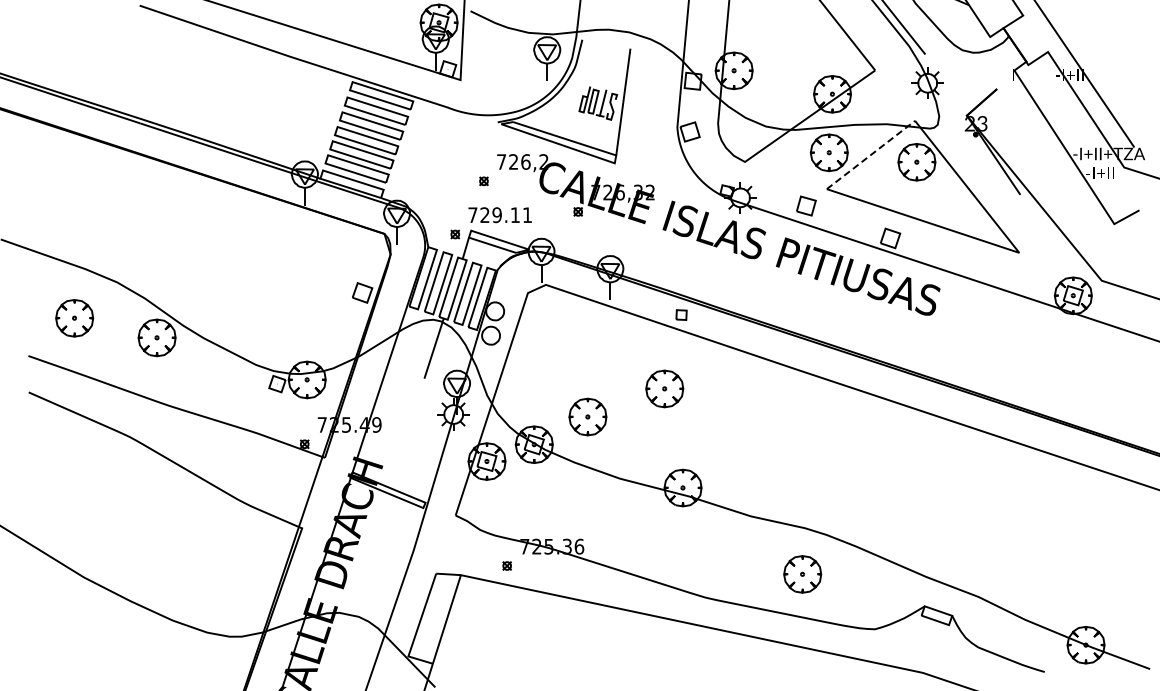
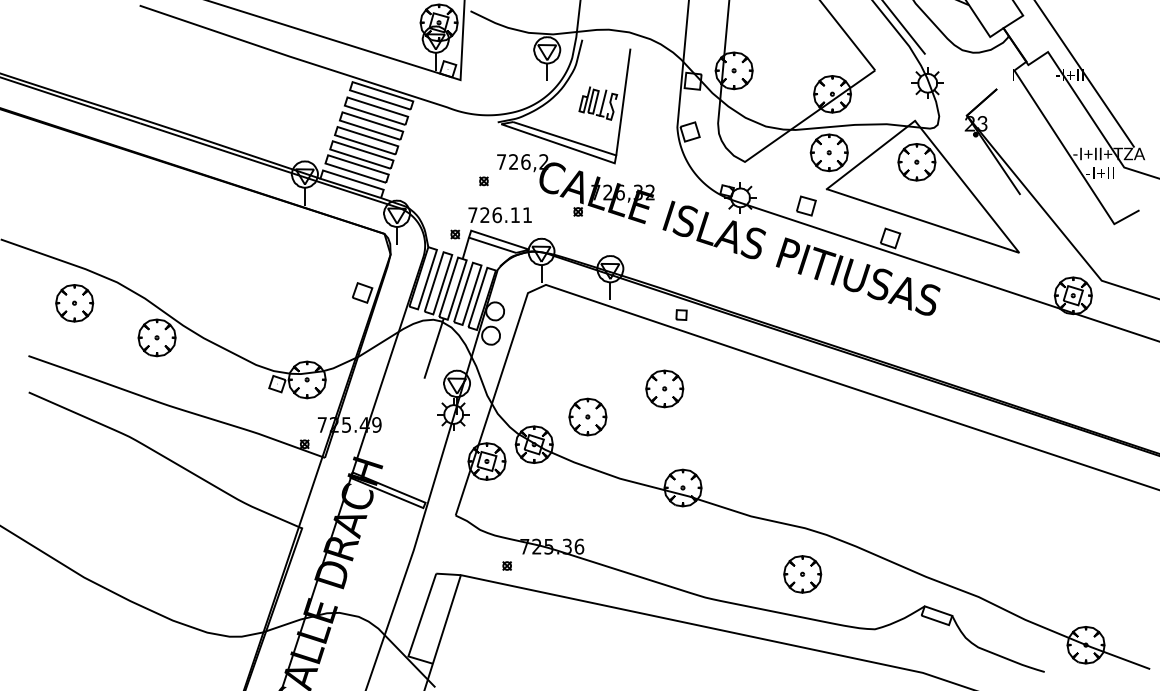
line at (870, 155): dashed -> solid
text at (496, 215): 729.11 -> 726.11
part at (74, 318) position: (74, 318) -> (74, 303)
